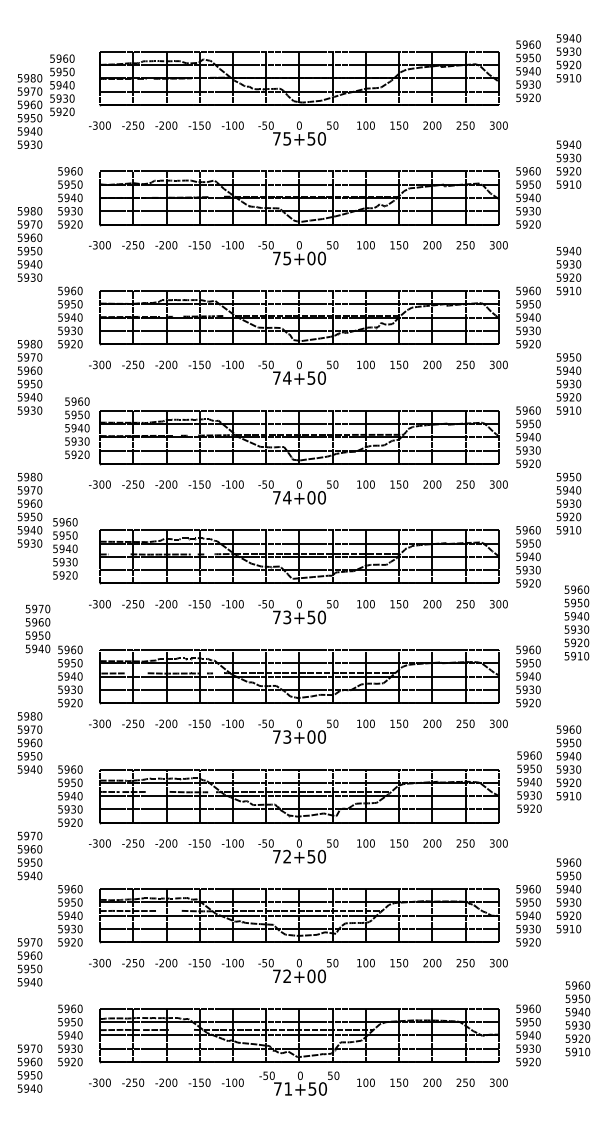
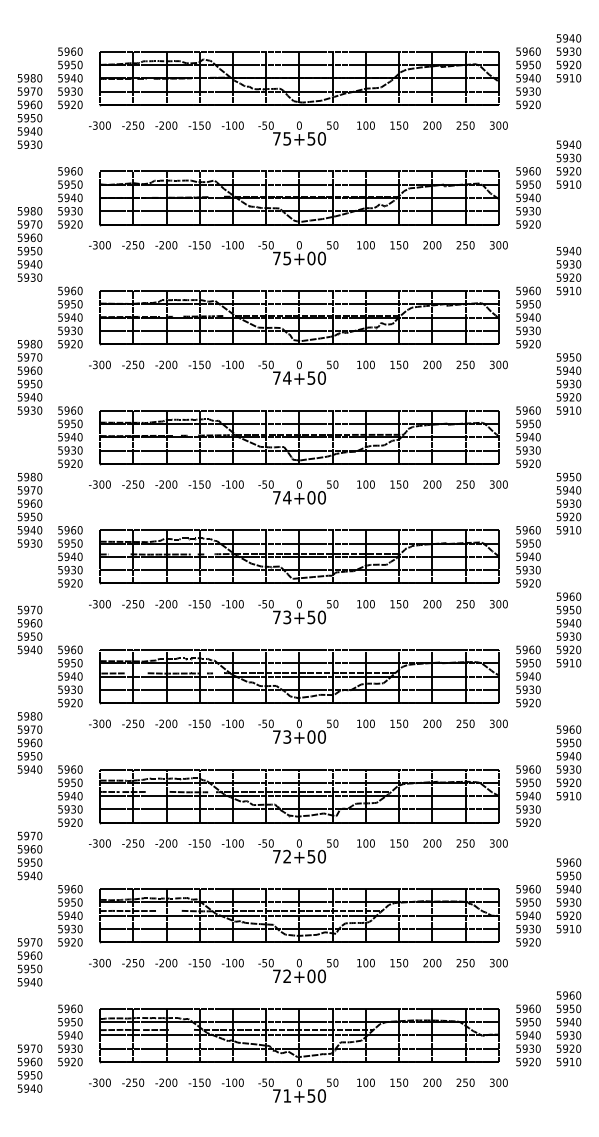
text at (528, 71) position: (528, 71) -> (528, 78)
text at (62, 85) position: (62, 85) -> (70, 78)
text at (77, 427) position: (77, 427) -> (70, 436)
text at (65, 548) position: (65, 548) -> (70, 556)
text at (576, 622) position: (576, 622) -> (568, 629)
text at (37, 628) position: (37, 628) -> (29, 629)
text at (529, 781) position: (529, 781) -> (528, 795)
text at (577, 1018) position: (577, 1018) -> (568, 1028)
text at (299, 1083) position: (299, 1083) -> (298, 1090)
